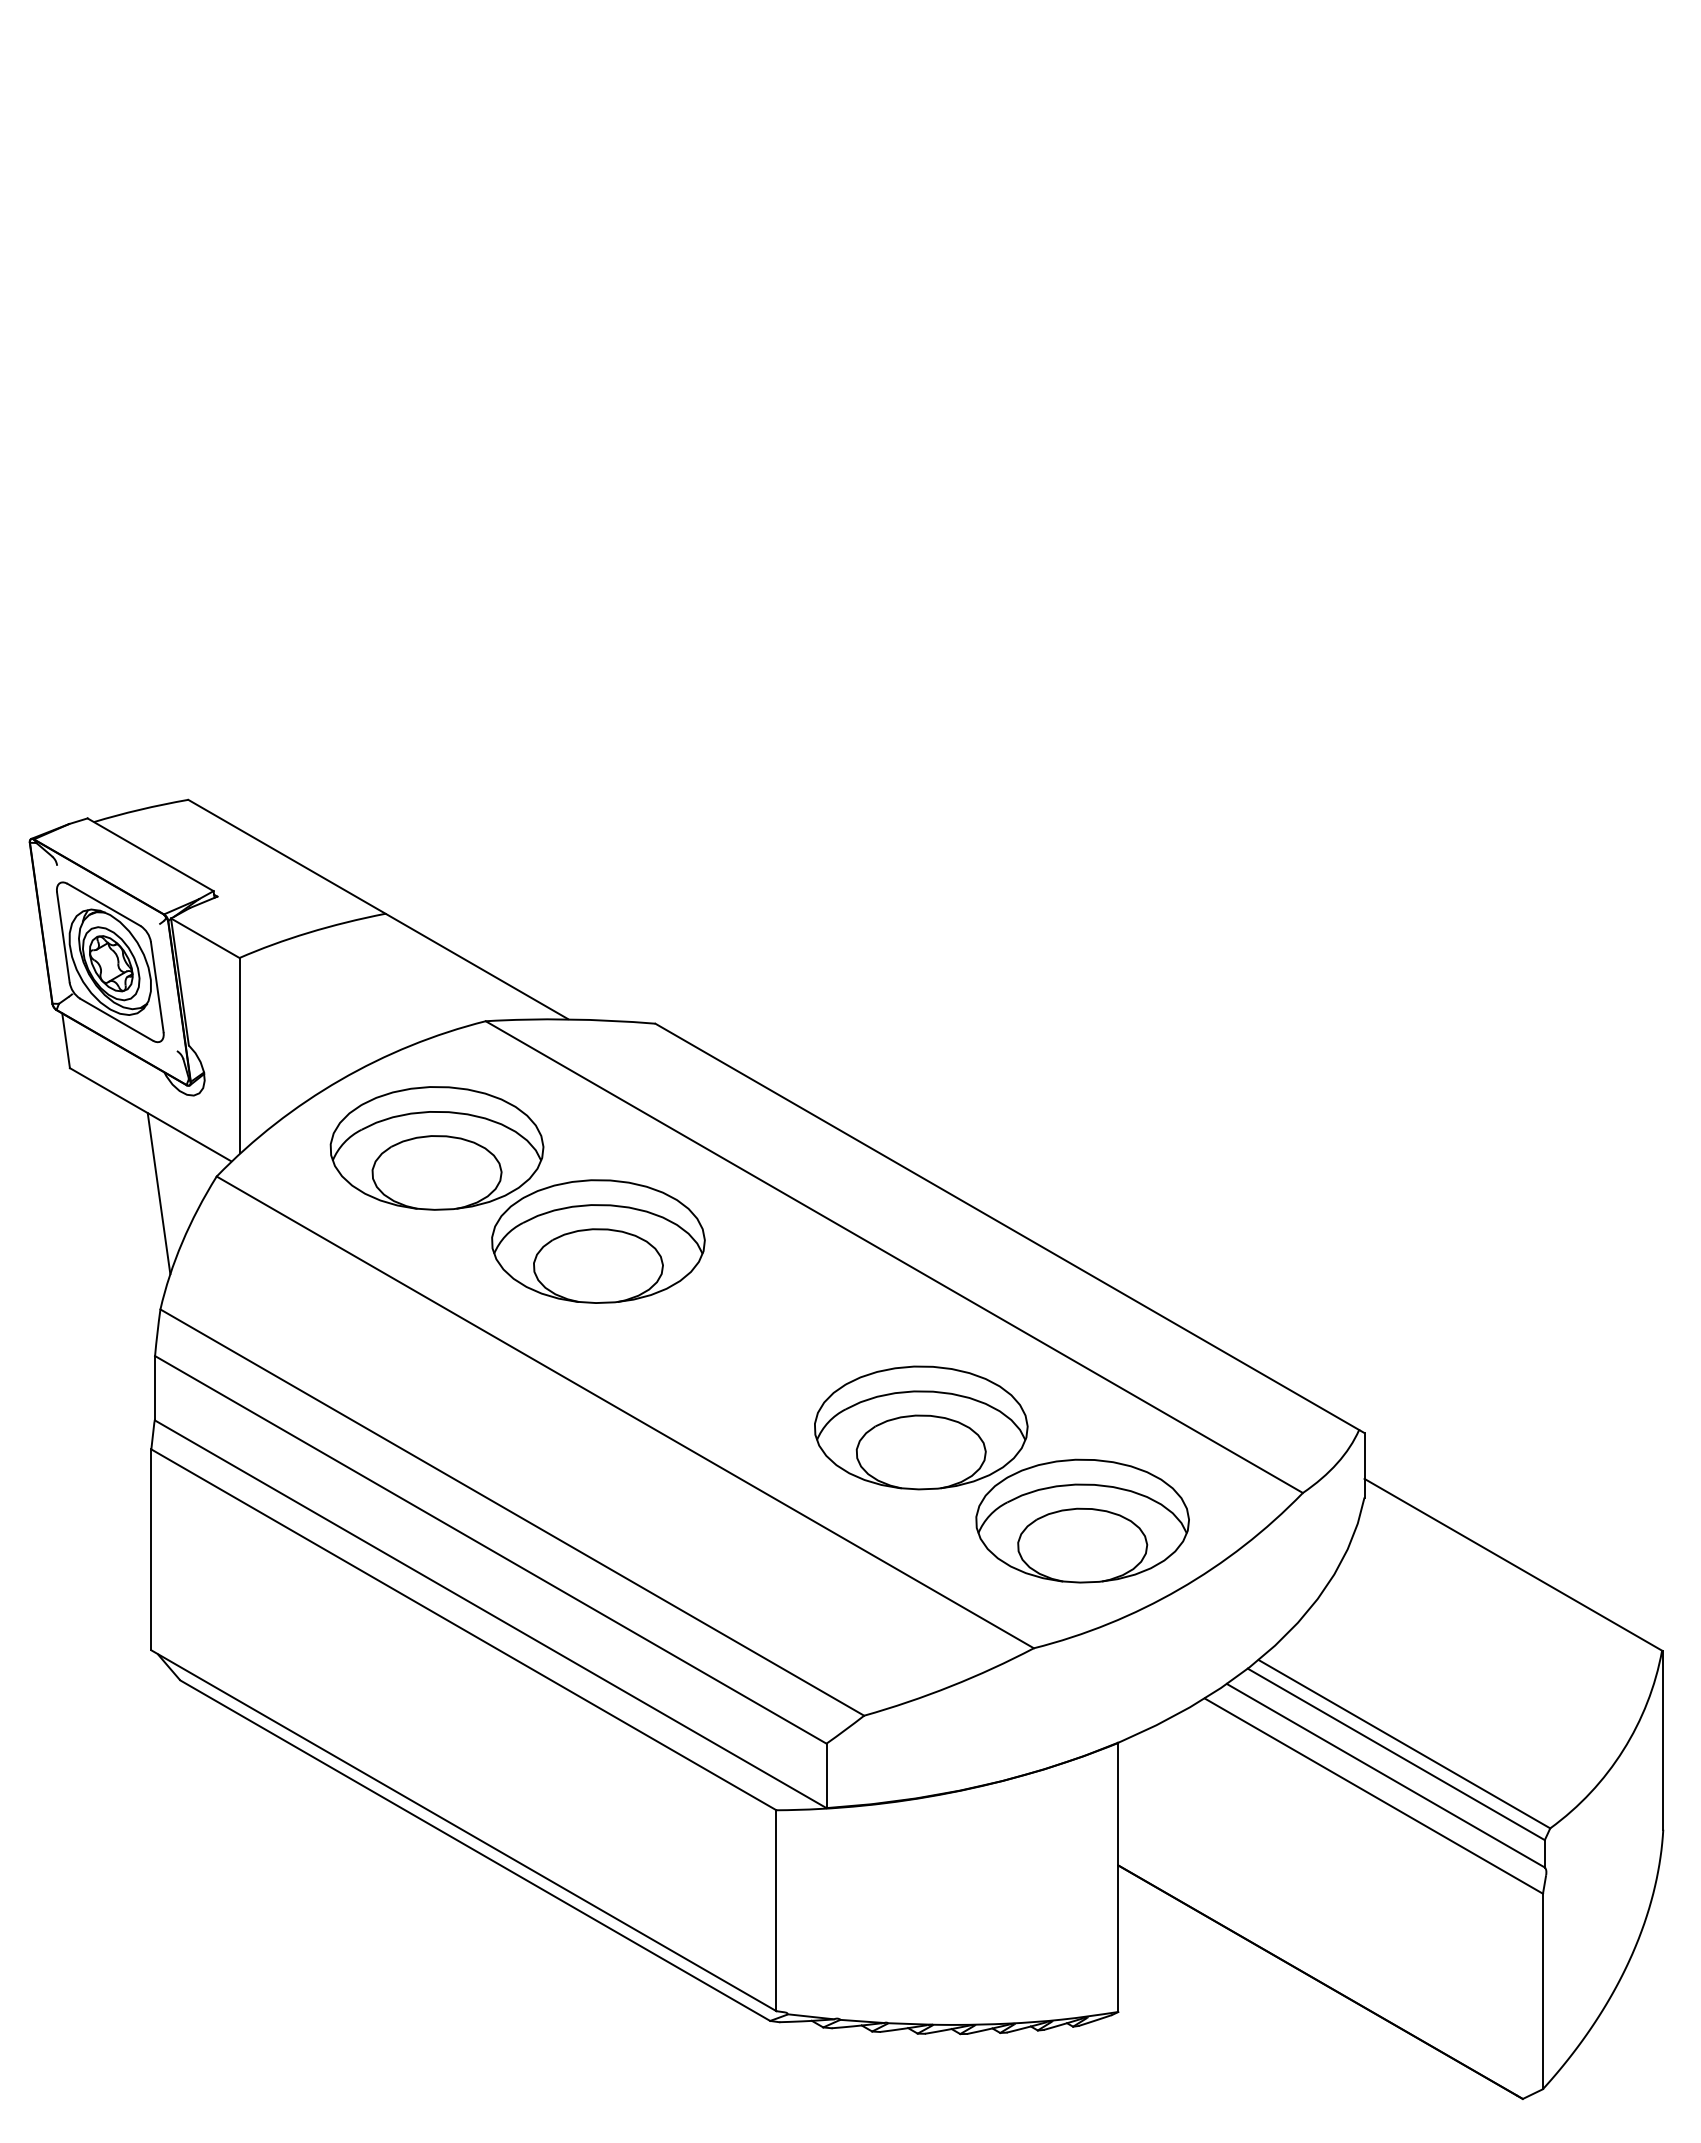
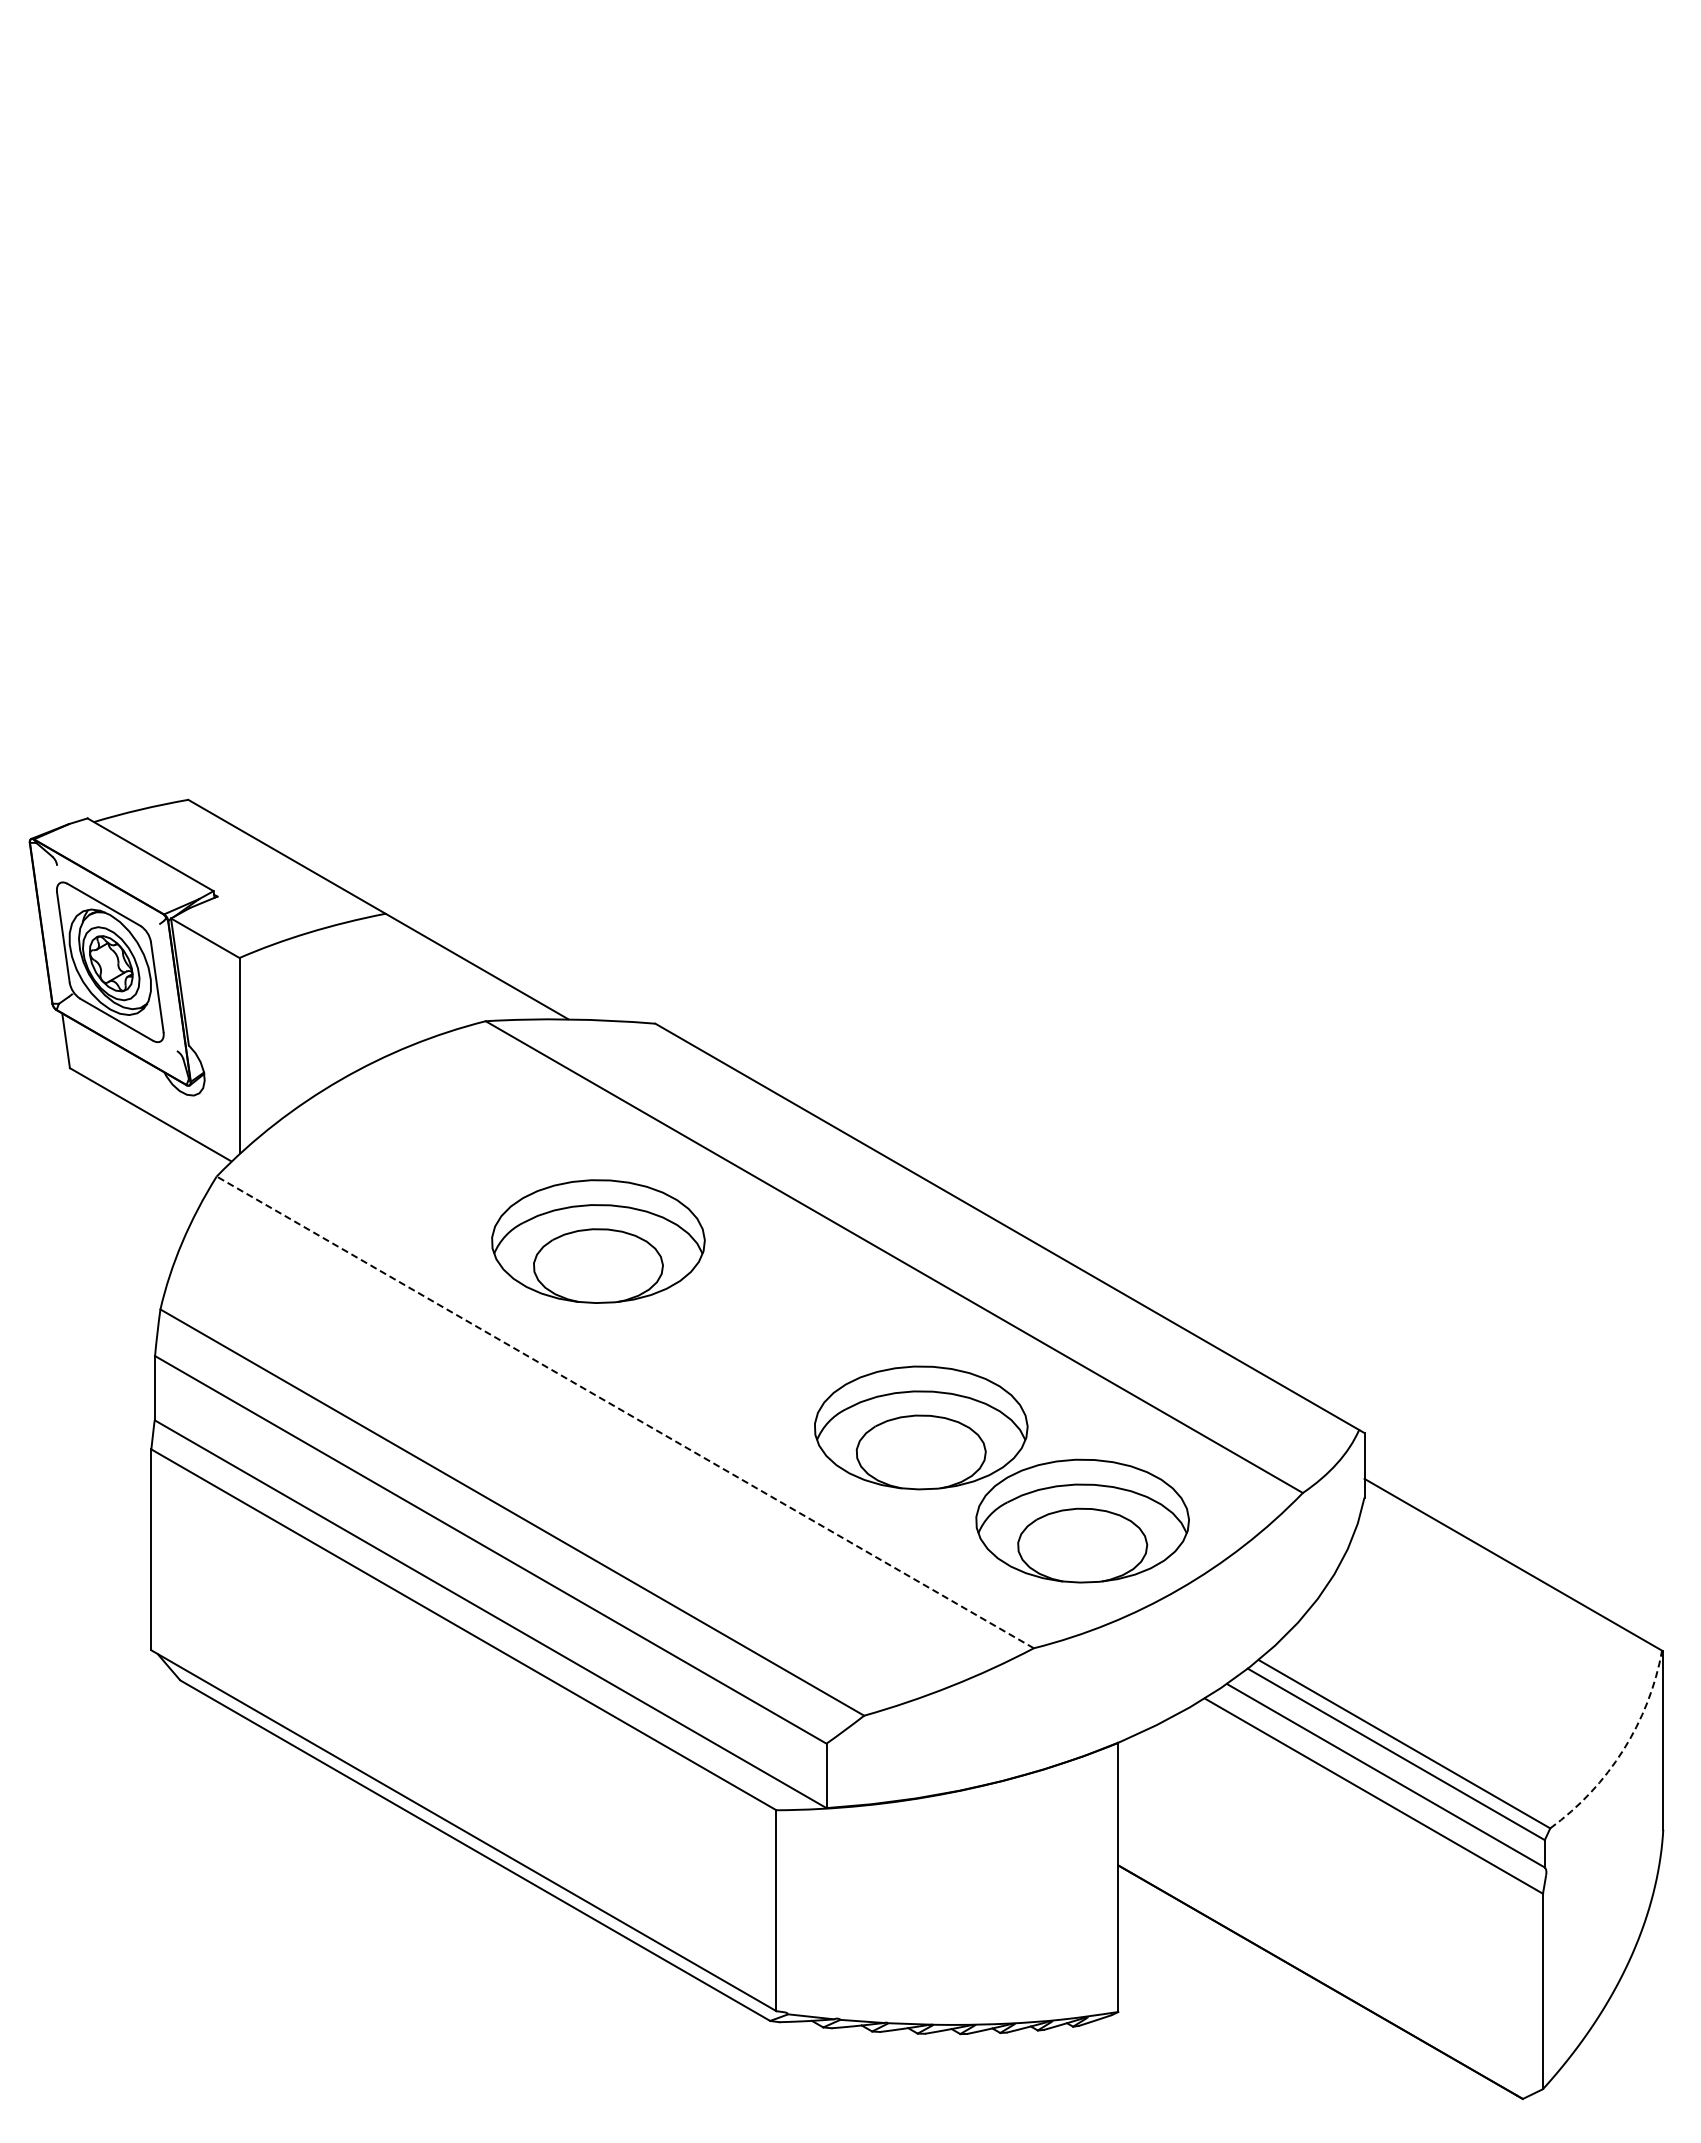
part at (436, 1148): present -> none
line at (158, 1193): present -> none
line at (625, 1412): solid -> dashed
arc at (1623, 1750): solid -> dashed
